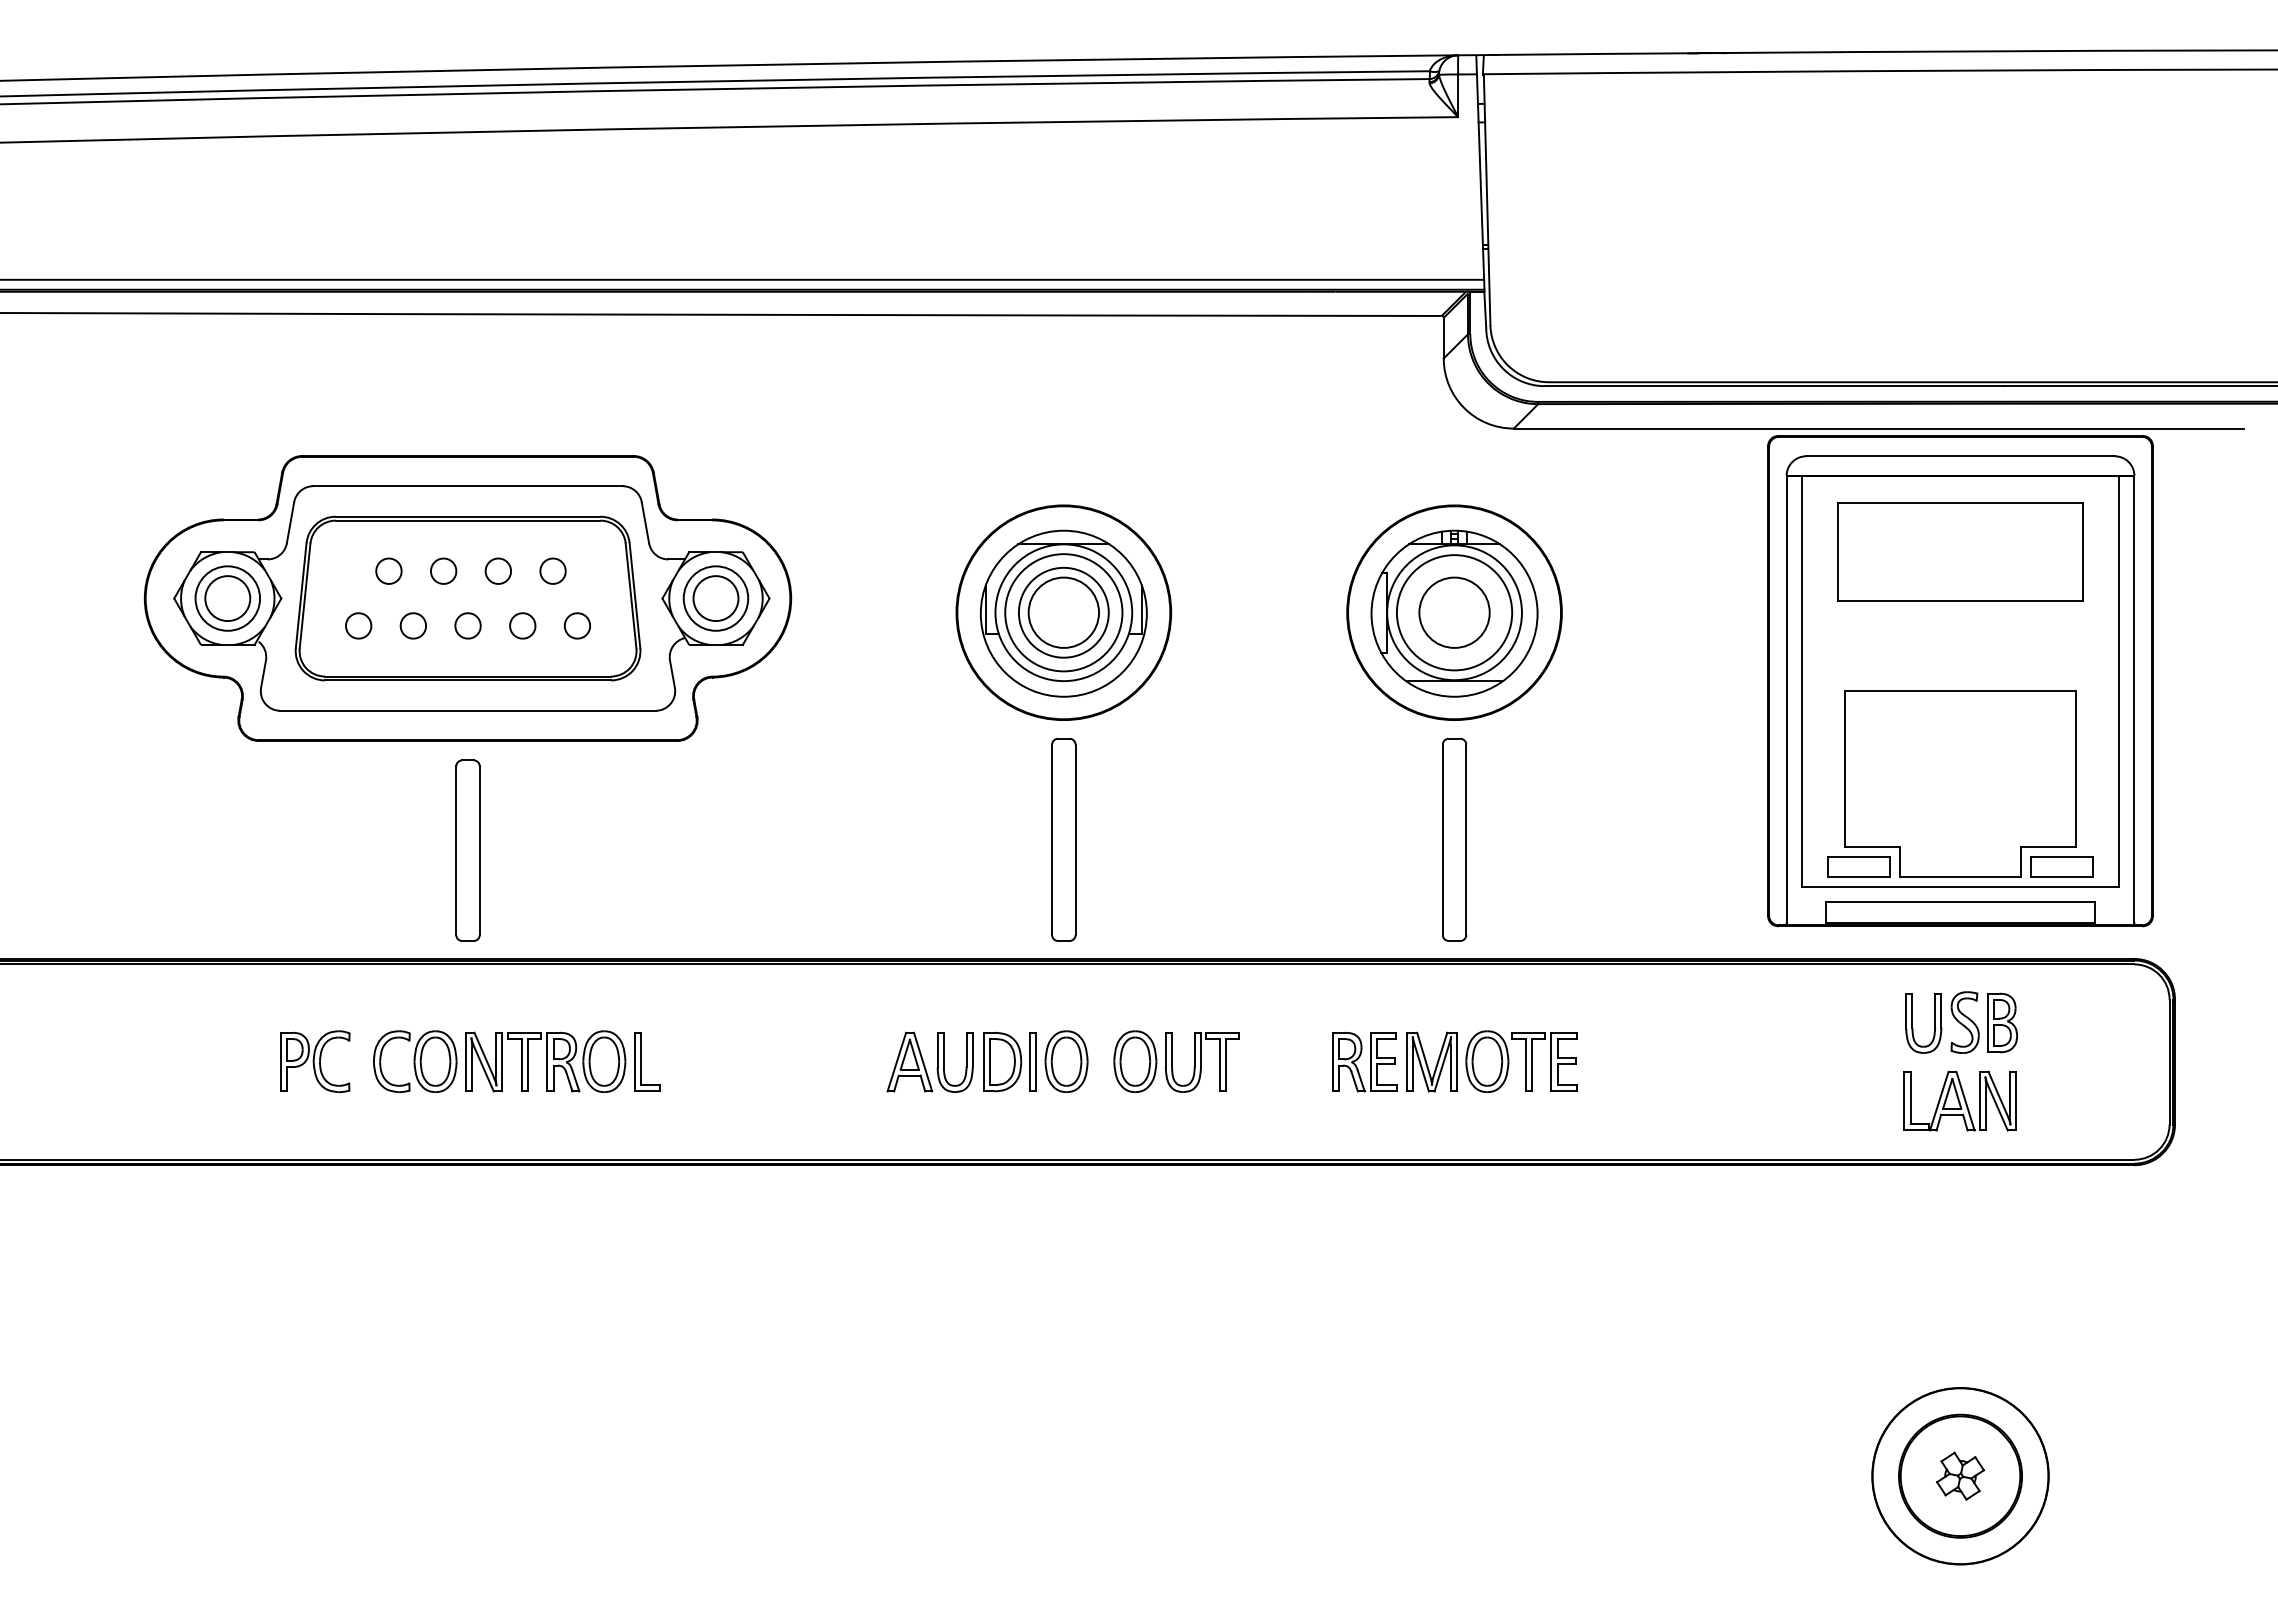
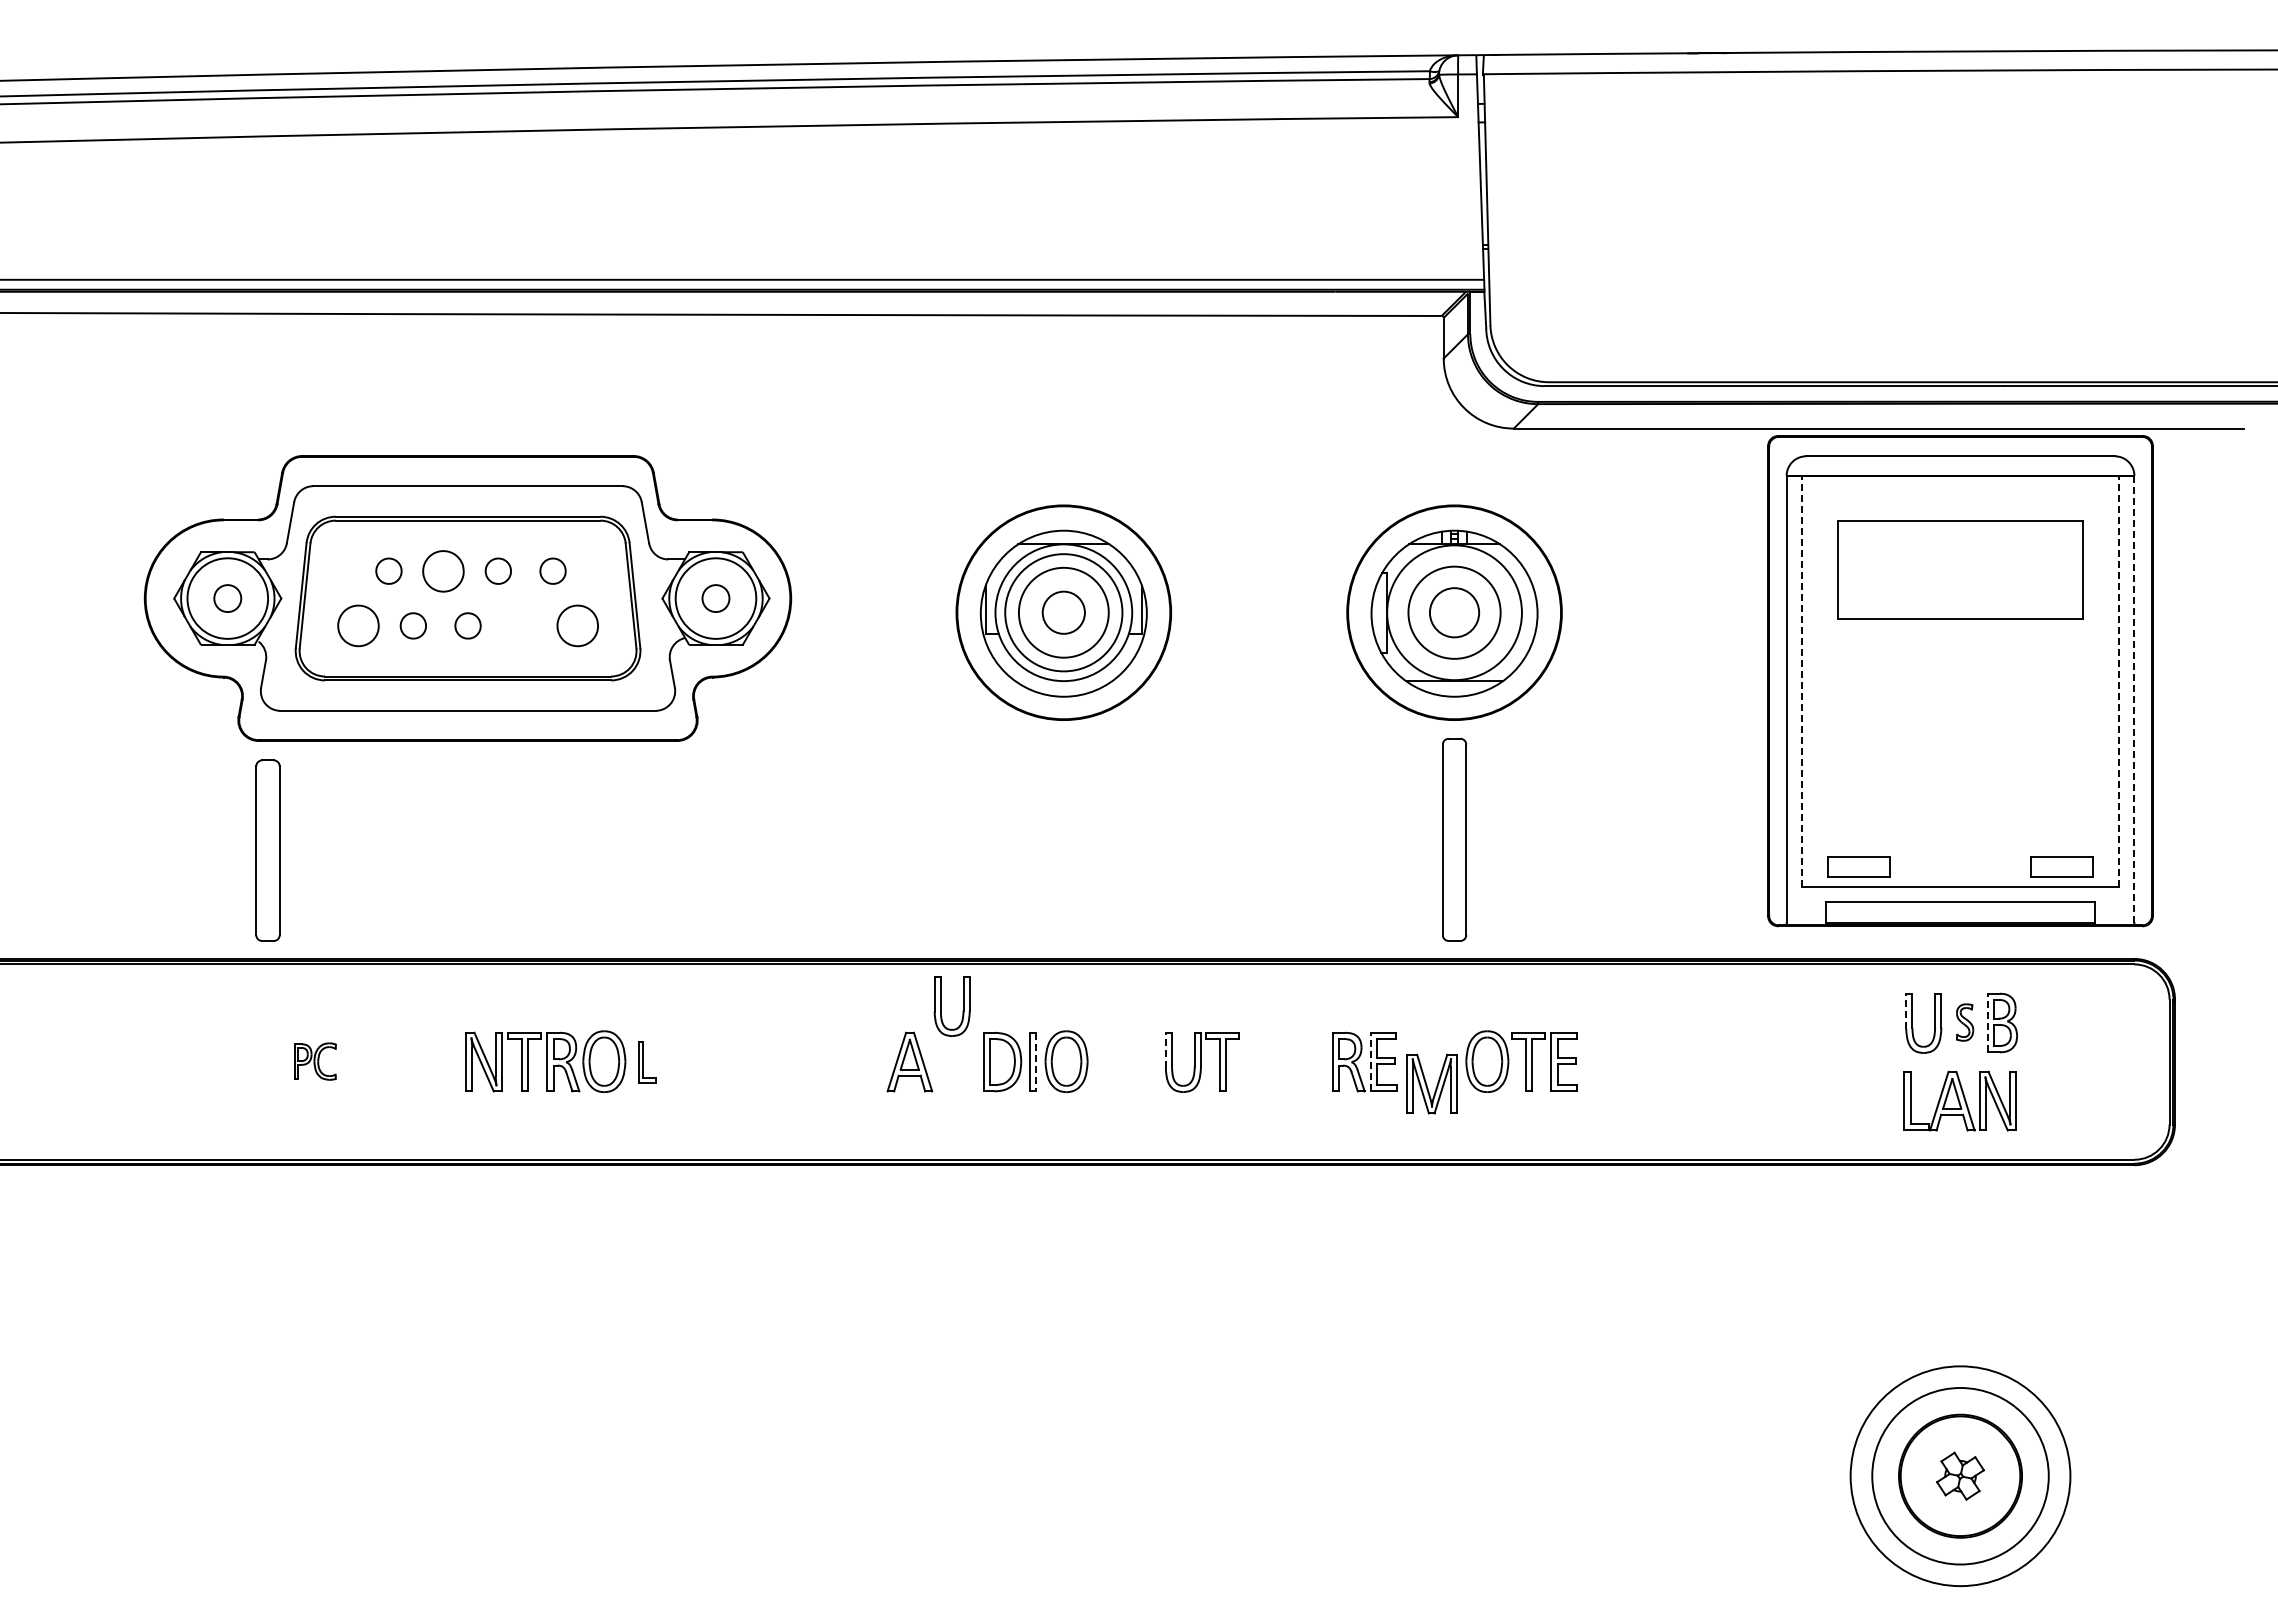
part at (1960, 551) position: (1960, 551) -> (1960, 569)
part at (443, 570) size: 28x28 px -> 43x43 px
circle at (227, 598) diameter: 45 px -> 27 px
circle at (227, 598) diameter: 64 px -> 81 px
circle at (715, 598) diameter: 45 px -> 27 px
circle at (715, 598) diameter: 64 px -> 81 px
circle at (1063, 612) diameter: 70 px -> 42 px
circle at (1454, 612) diameter: 115 px -> 92 px
circle at (1454, 612) diameter: 70 px -> 49 px
part at (358, 625) size: 28x28 px -> 43x44 px
part at (522, 625): present -> none
part at (576, 625) size: 28x28 px -> 43x44 px
line at (1802, 681): solid -> dashed
line at (2118, 681): solid -> dashed
line at (2134, 699): solid -> dashed
part at (1960, 783): present -> none
part at (1063, 839): present -> none
part at (467, 850) position: (467, 850) -> (267, 850)
line at (1906, 1010): solid -> dashed
part at (1964, 1022) size: 30x63 px -> 19x39 px
line at (1987, 1022): solid -> dashed
line at (1165, 1049): solid -> dashed
part at (315, 1061) size: 71x63 px -> 43x39 px
part at (415, 1061): present -> none
part at (647, 1061) size: 27x60 px -> 19x43 px
part at (1135, 1061): present -> none
line at (1370, 1061): solid -> dashed
part at (1431, 1061) position: (1431, 1061) -> (1431, 1083)
part at (944, 1062) position: (944, 1062) -> (941, 1006)
line at (1036, 1062): solid -> dashed
circle at (1960, 1476) diameter: 176 px -> 220 px
